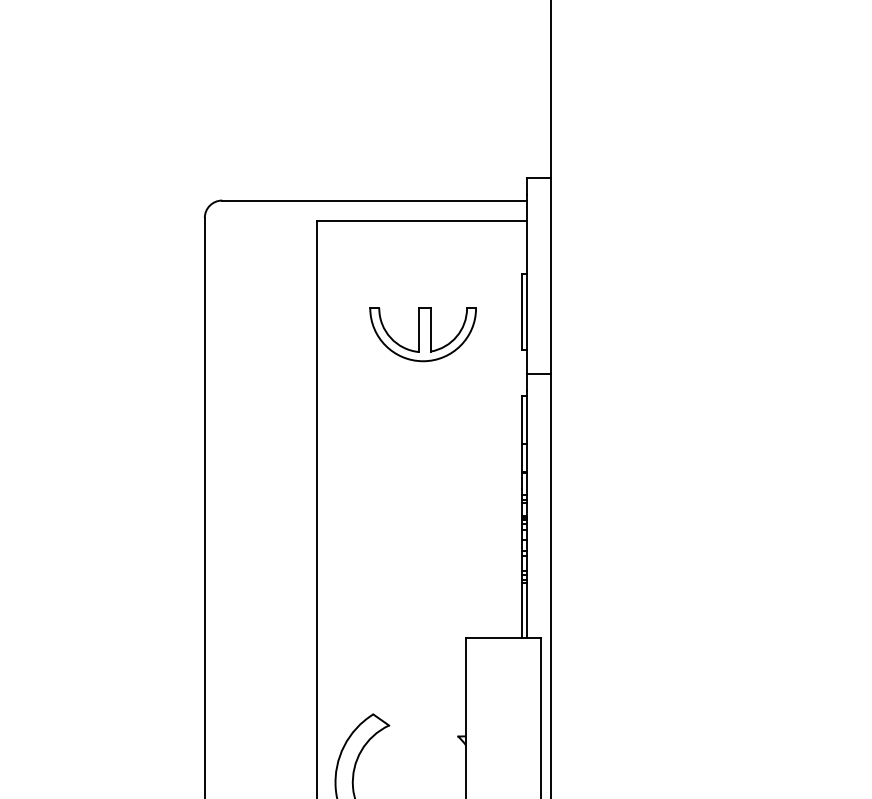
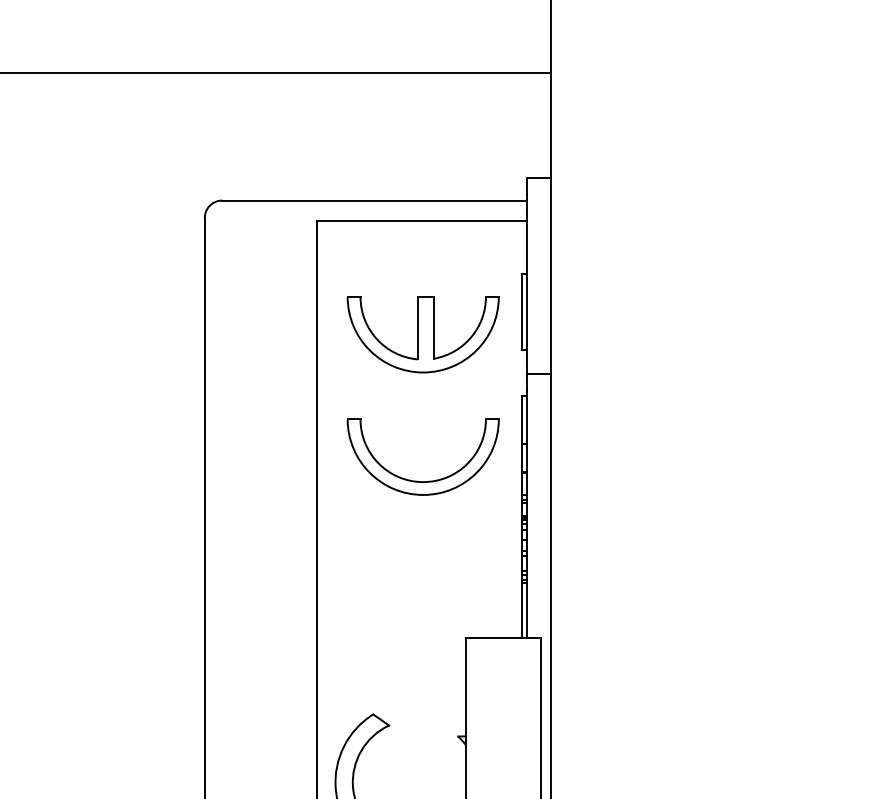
line at (276, 73): none -> present
part at (422, 334) size: 108x56 px -> 154x78 px
part at (417, 480): none -> present
